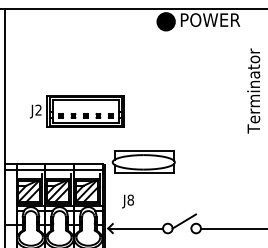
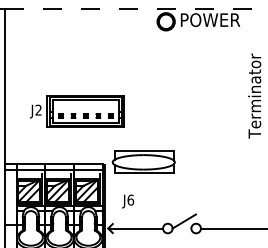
line at (136, 8): solid -> dashed
fill at (165, 21): present -> none
text at (253, 90) position: (253, 90) -> (254, 95)
text at (130, 199): J8 -> J6
